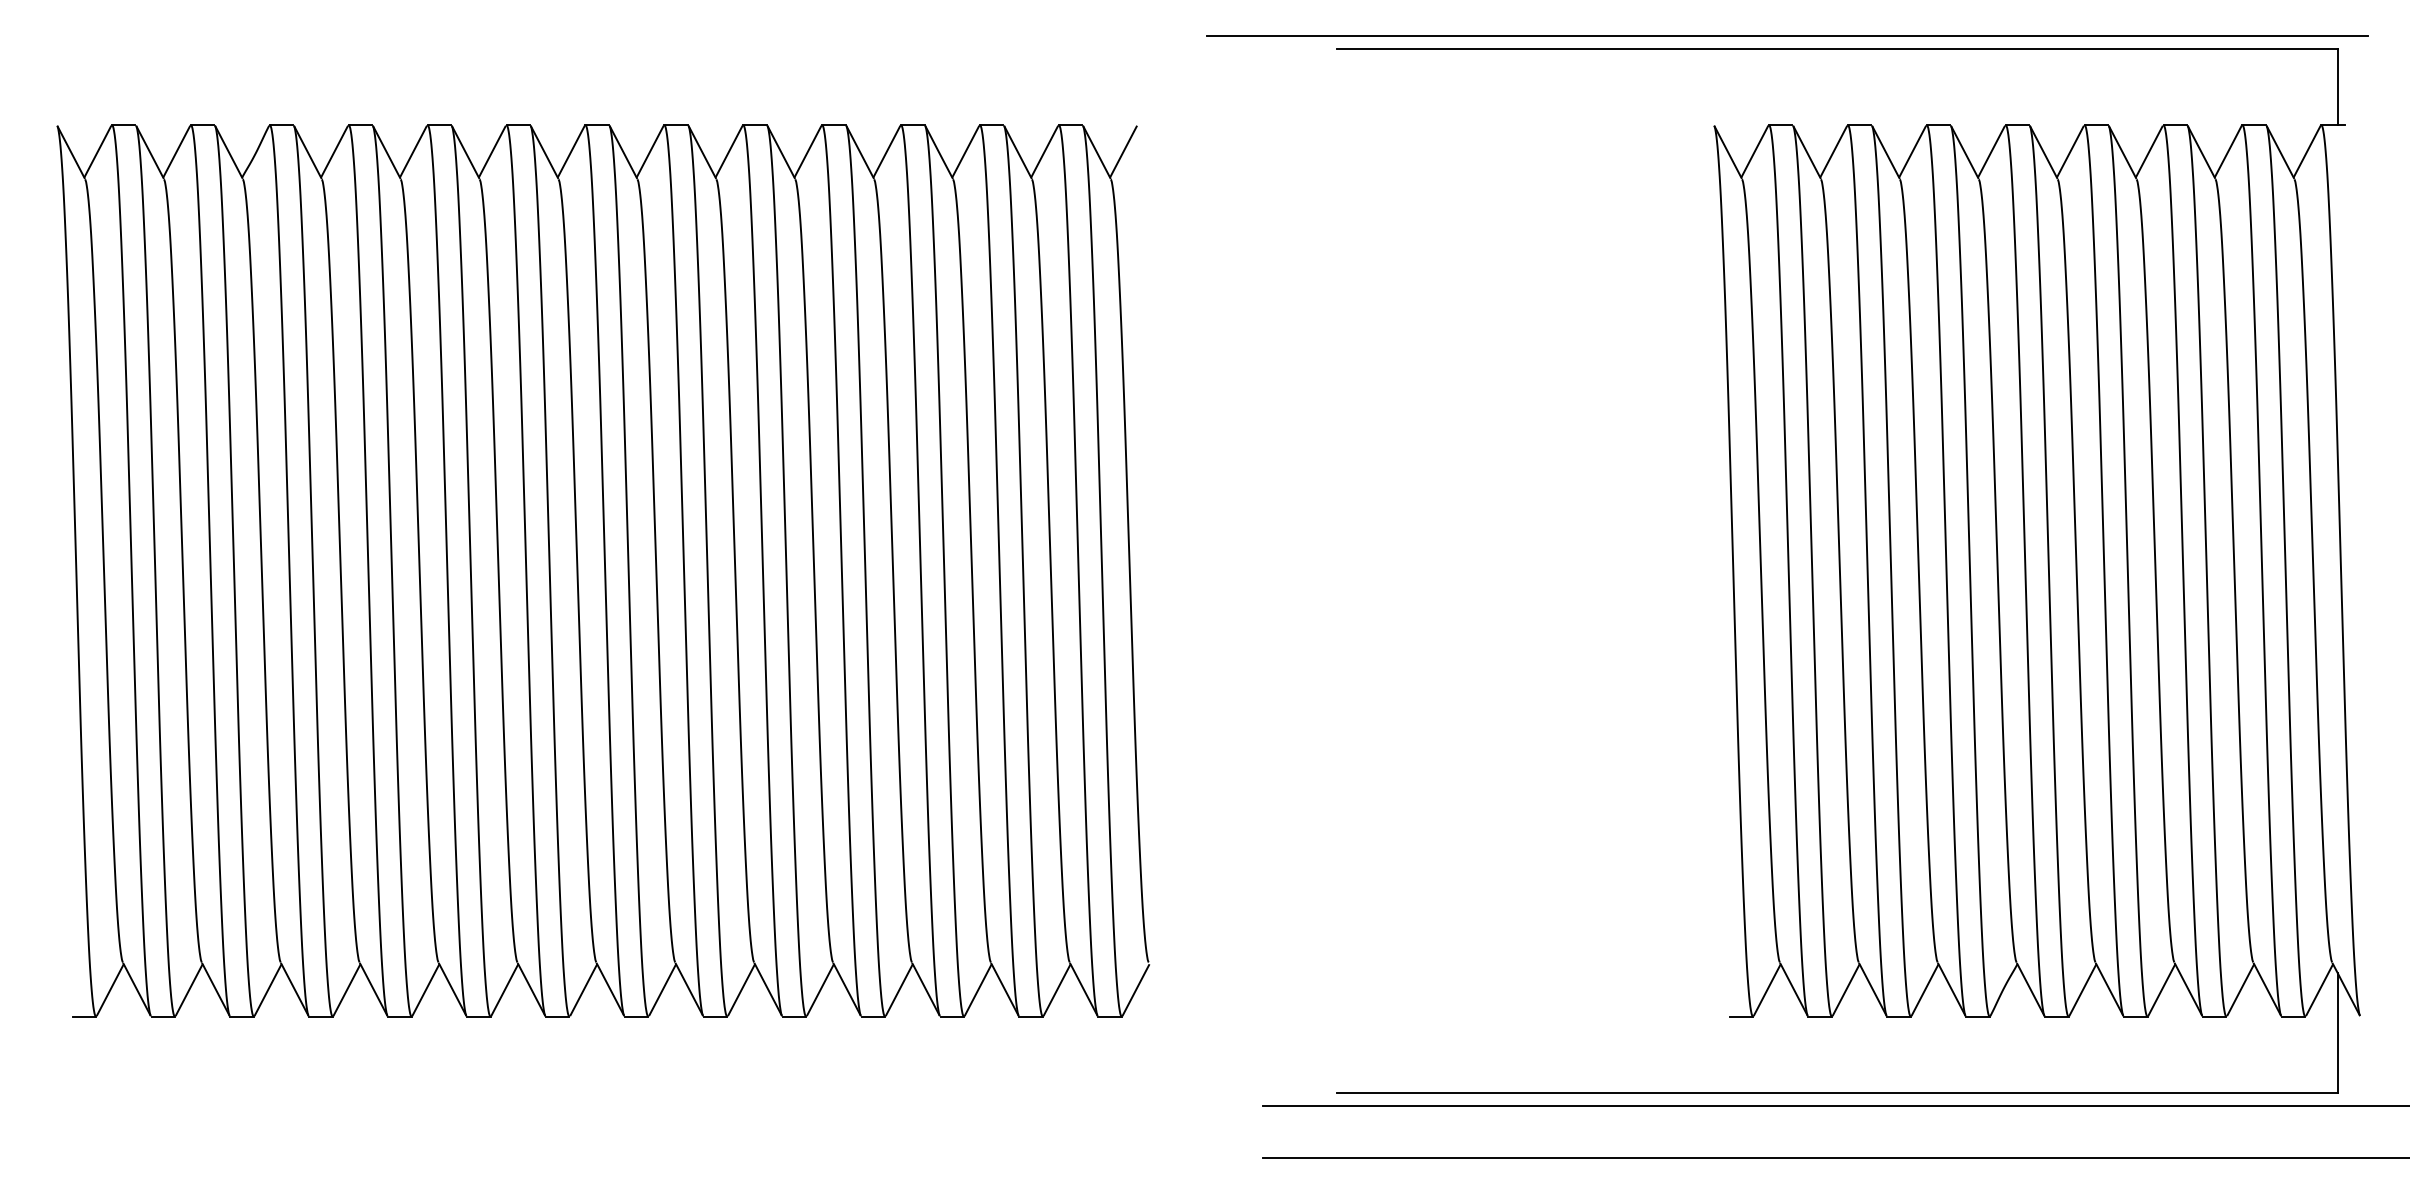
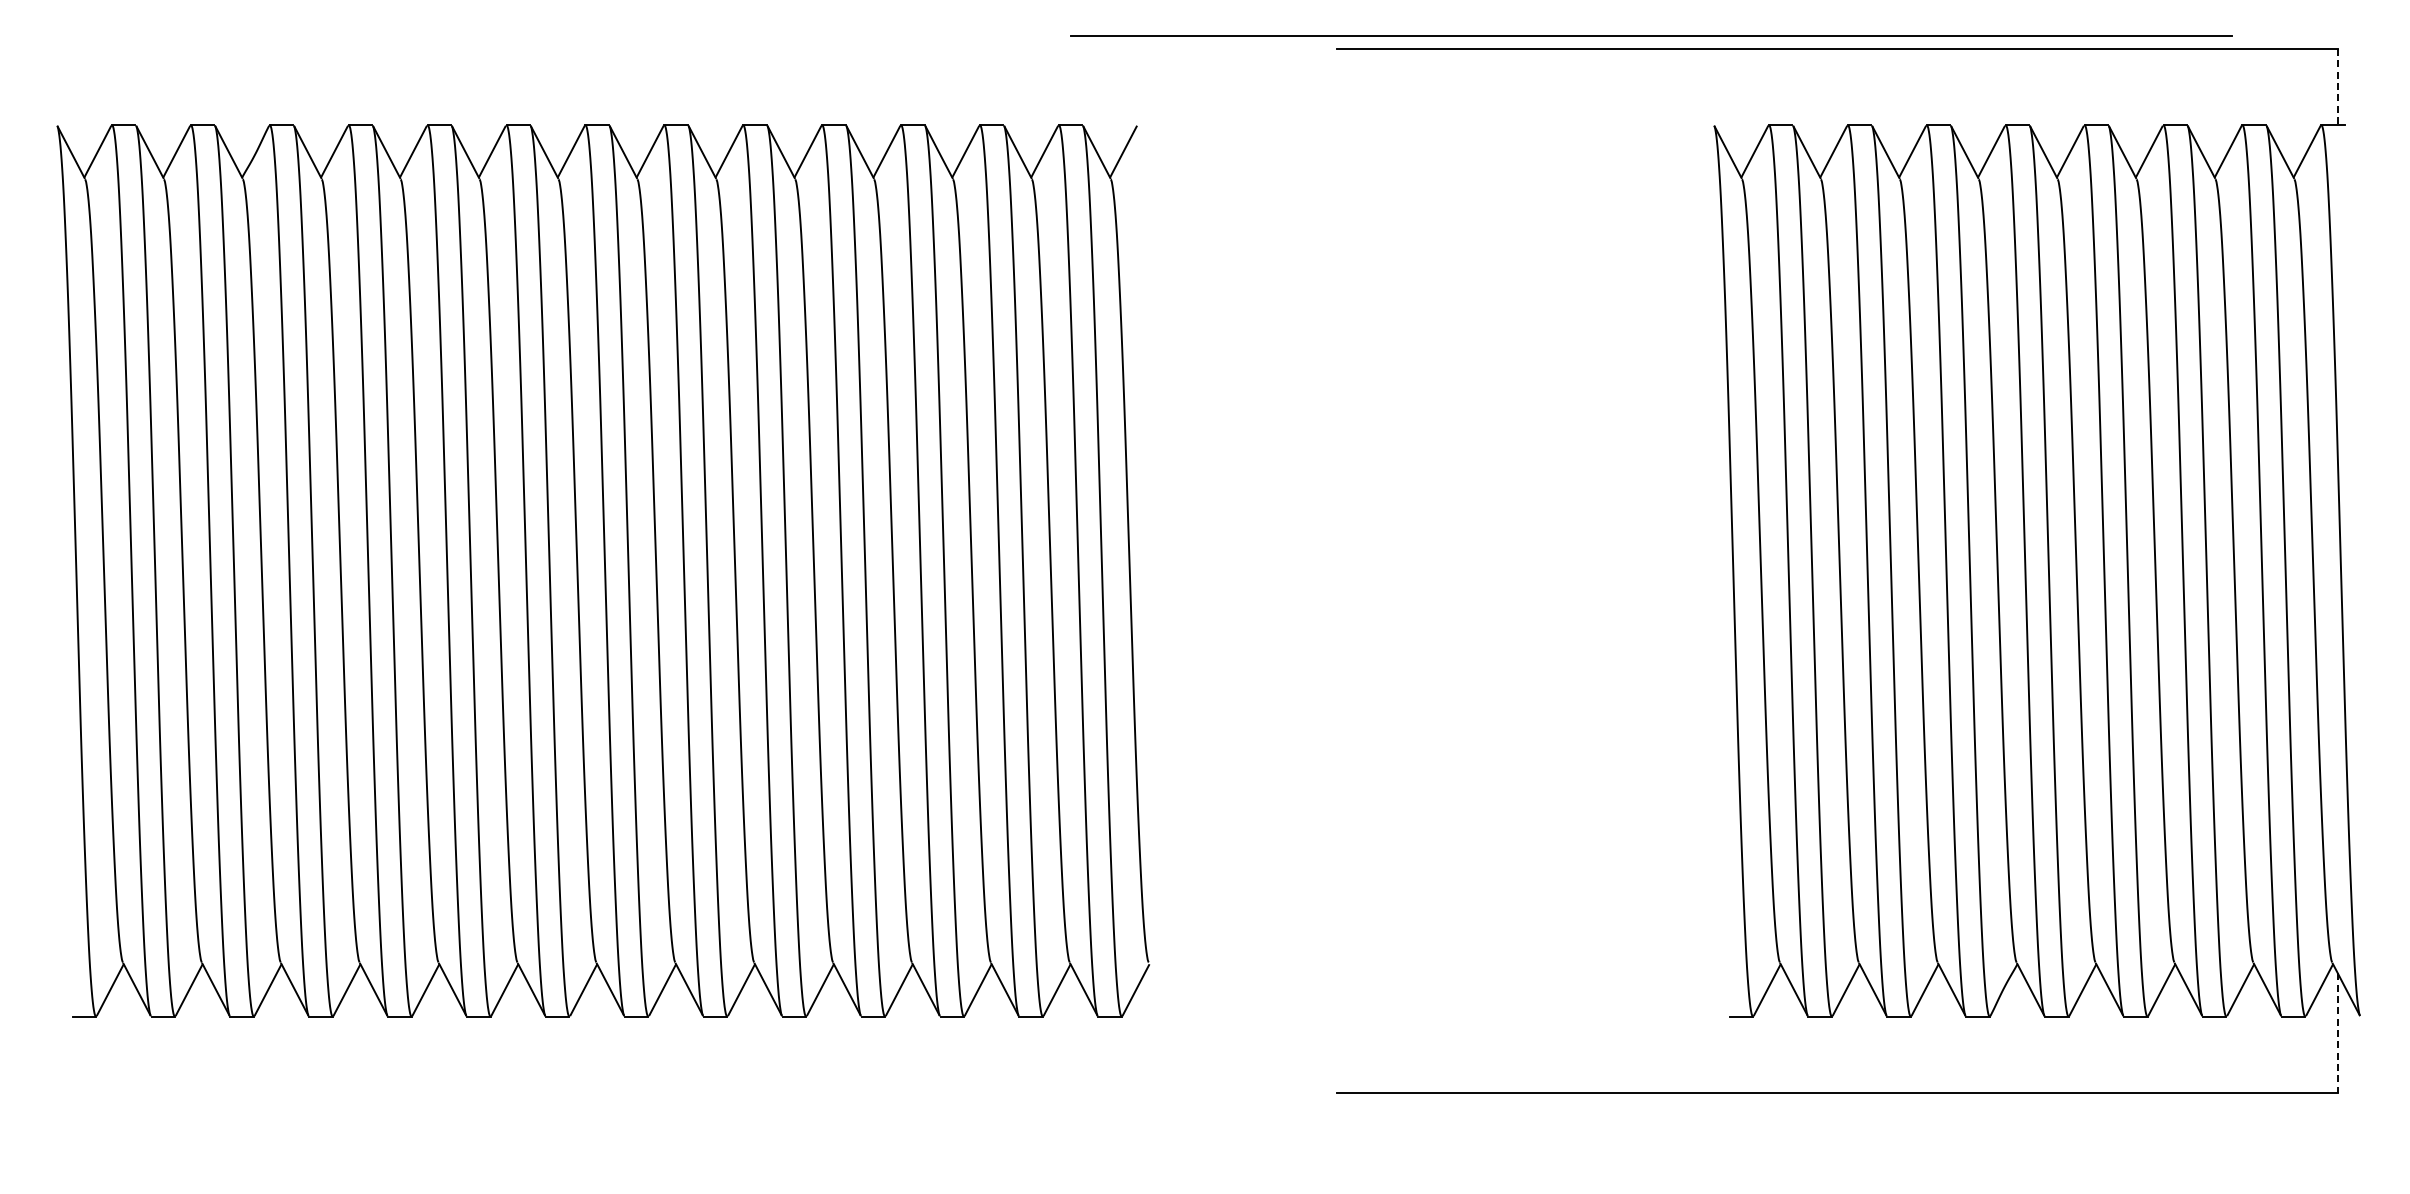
line at (1787, 35) position: (1787, 35) -> (1651, 35)
line at (2337, 87): solid -> dashed
line at (2337, 1033): solid -> dashed
line at (1834, 1105): present -> none
line at (1834, 1158): present -> none
